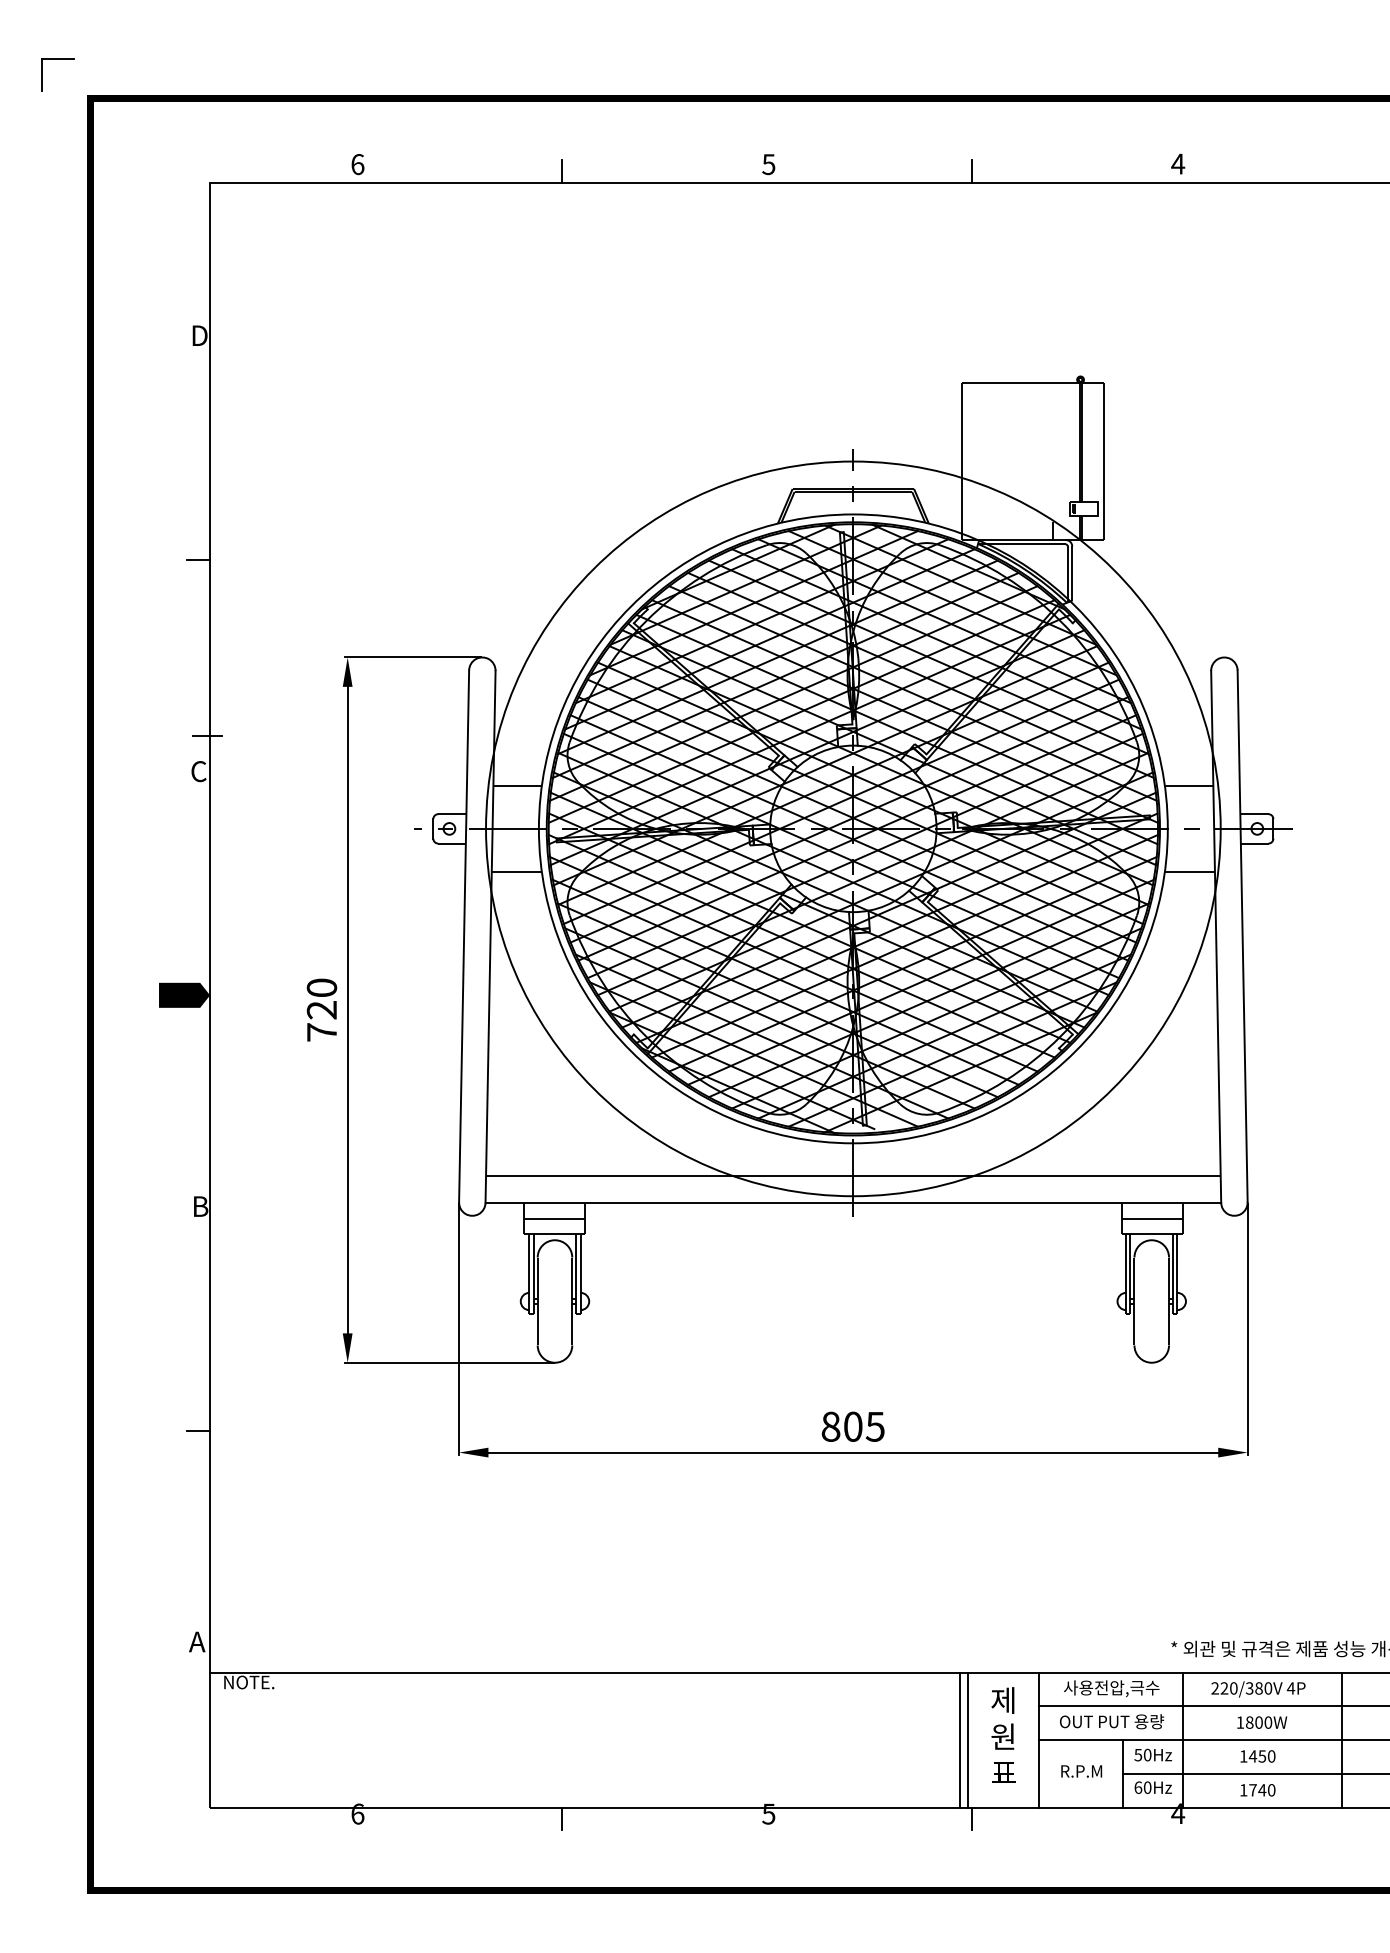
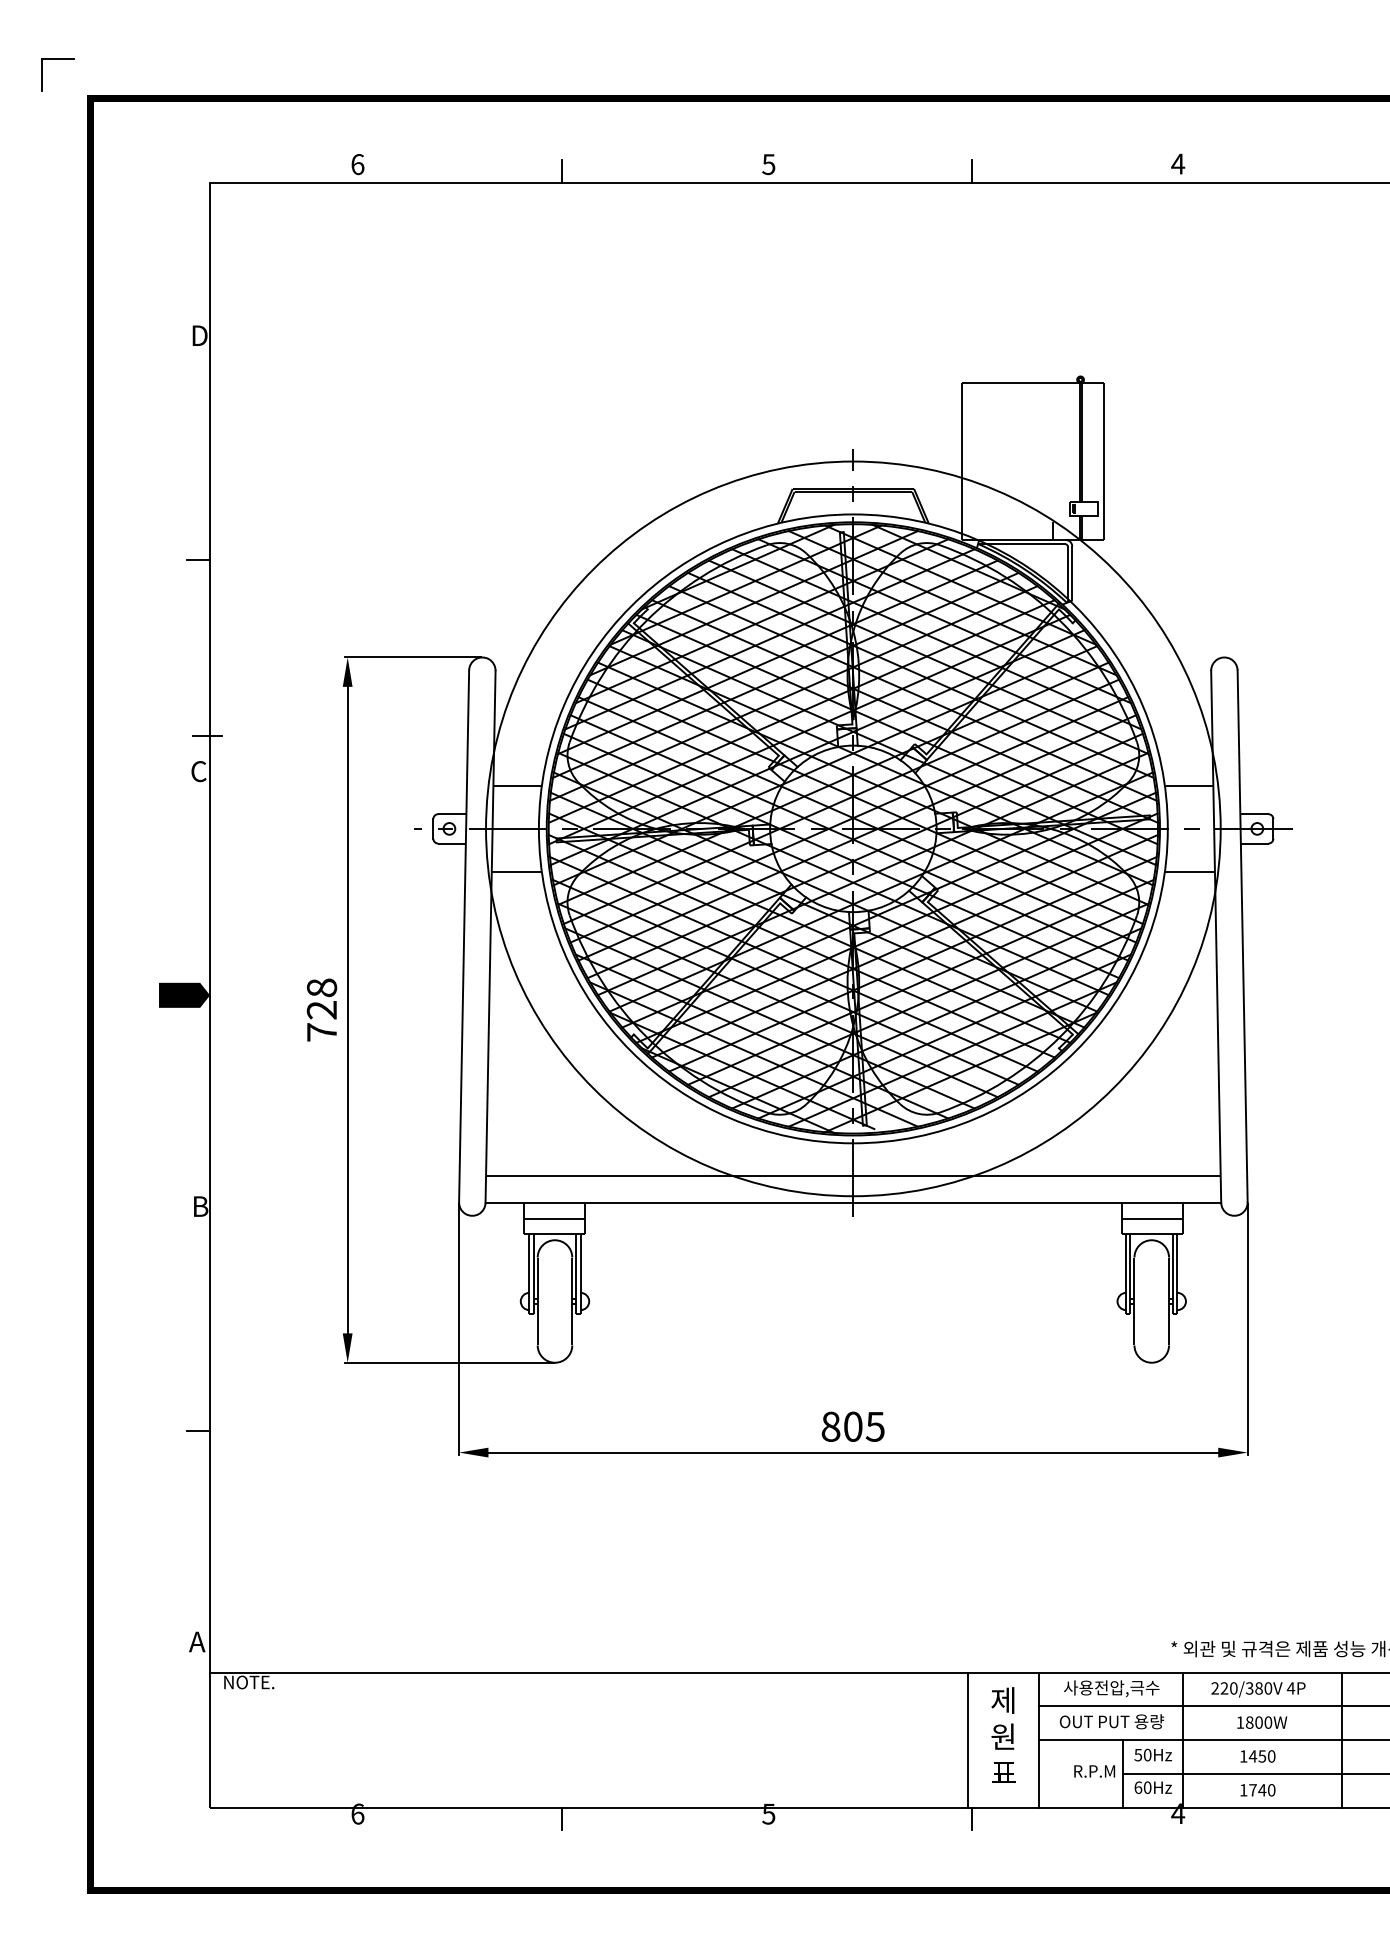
text at (321, 987): 720 -> 728
line at (959, 1740): present -> none
text at (1081, 1771) position: (1081, 1771) -> (1094, 1771)
